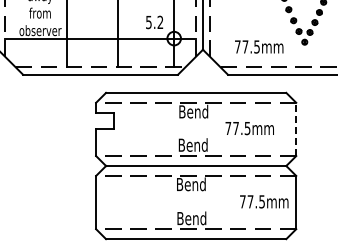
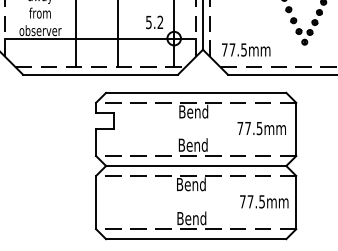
line at (66, 34) position: (66, 34) -> (75, 34)
text at (259, 46) position: (259, 46) -> (246, 49)
text at (249, 128) position: (249, 128) -> (261, 128)
line at (296, 129): dashed -> solid
